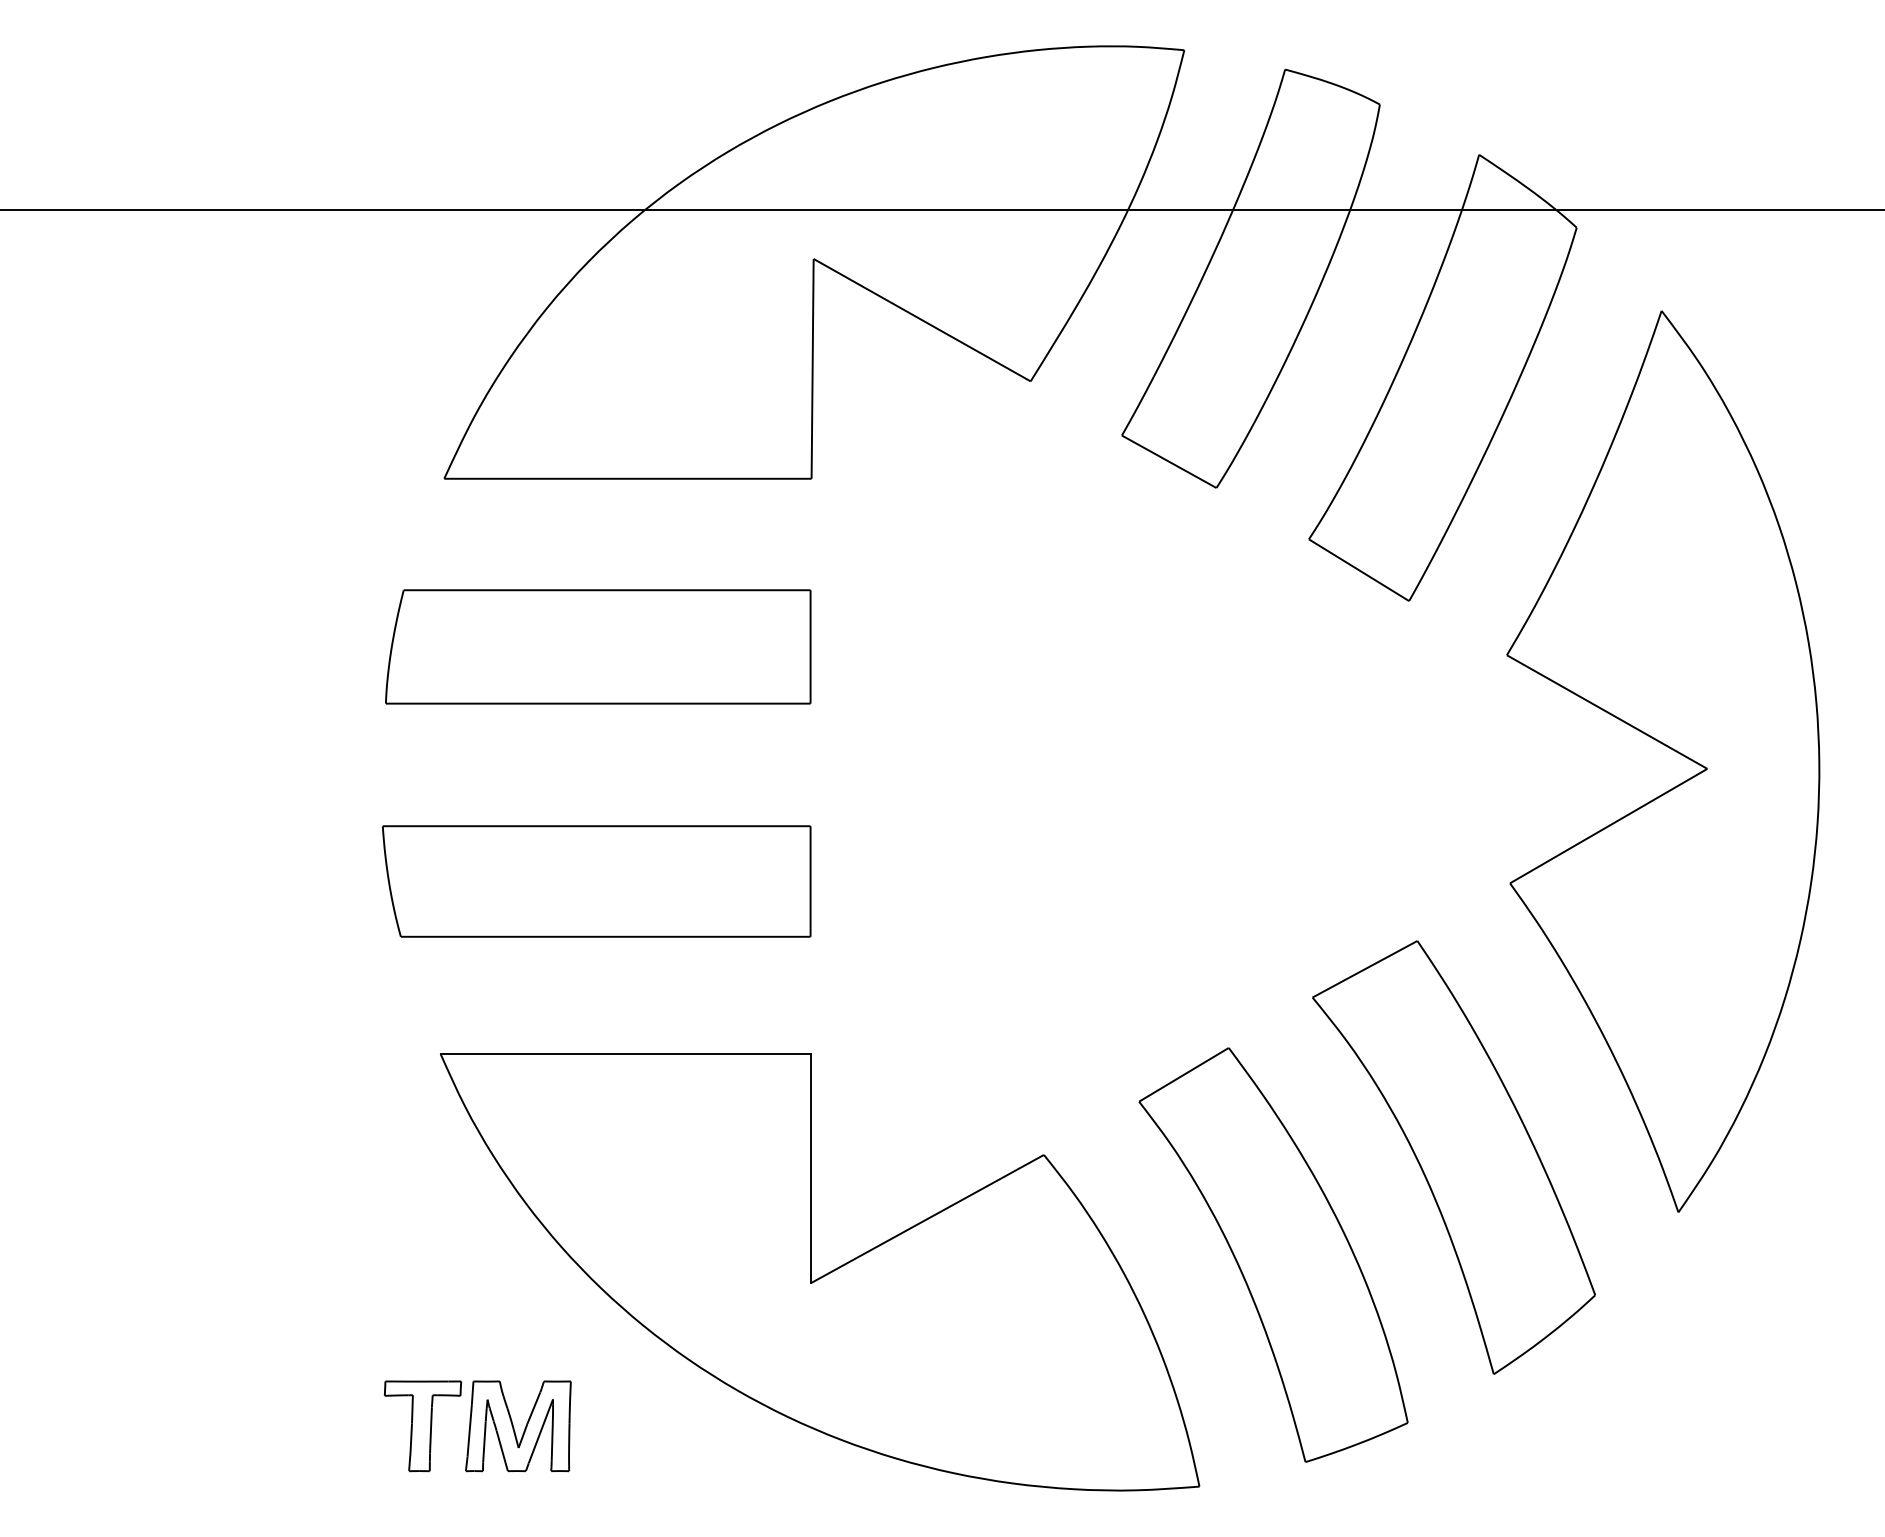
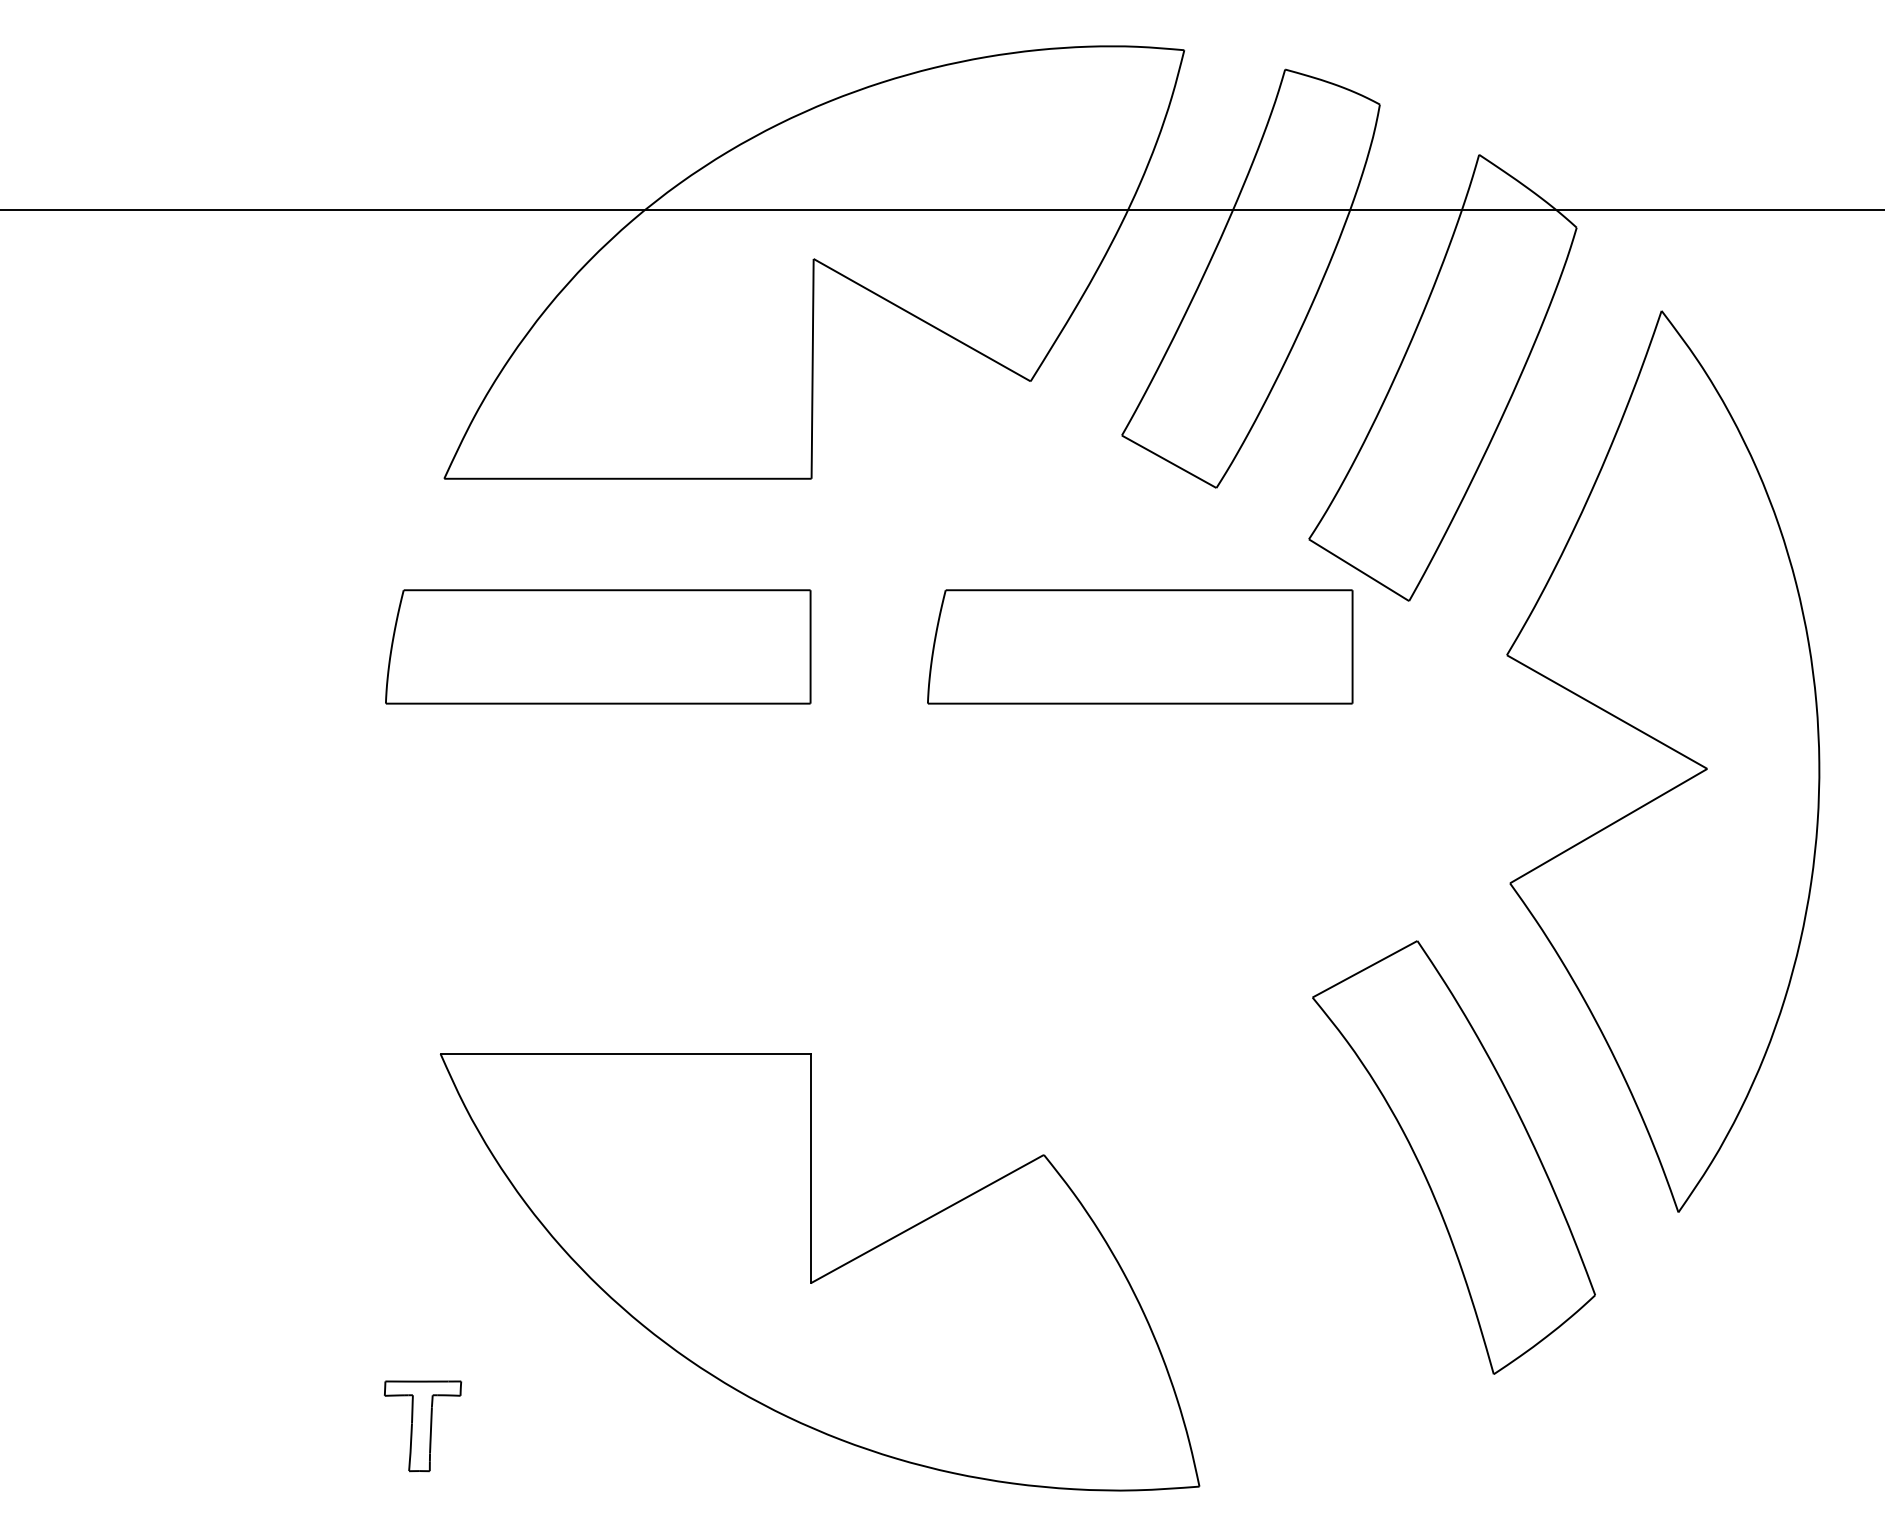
part at (1140, 646): none -> present
part at (596, 881): present -> none
part at (1273, 1254): present -> none
part at (518, 1426): present -> none
